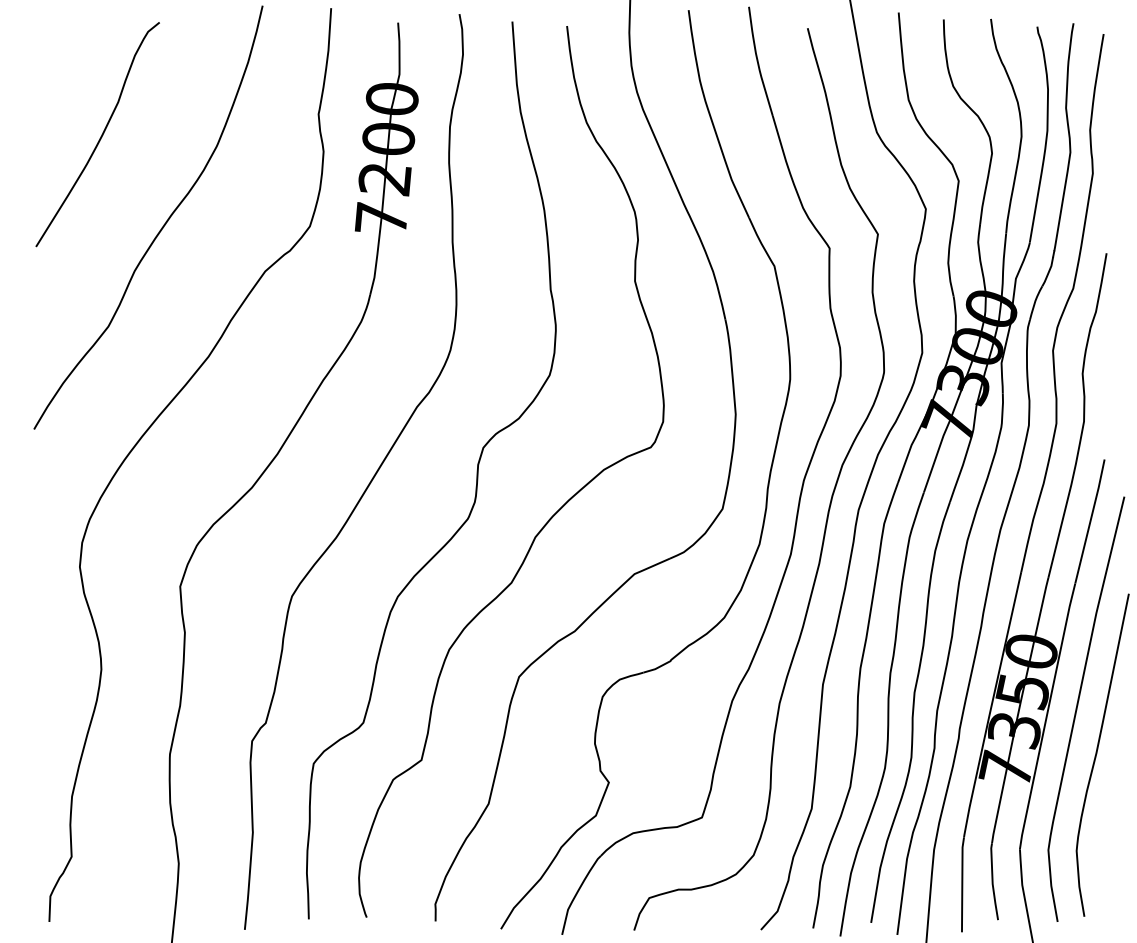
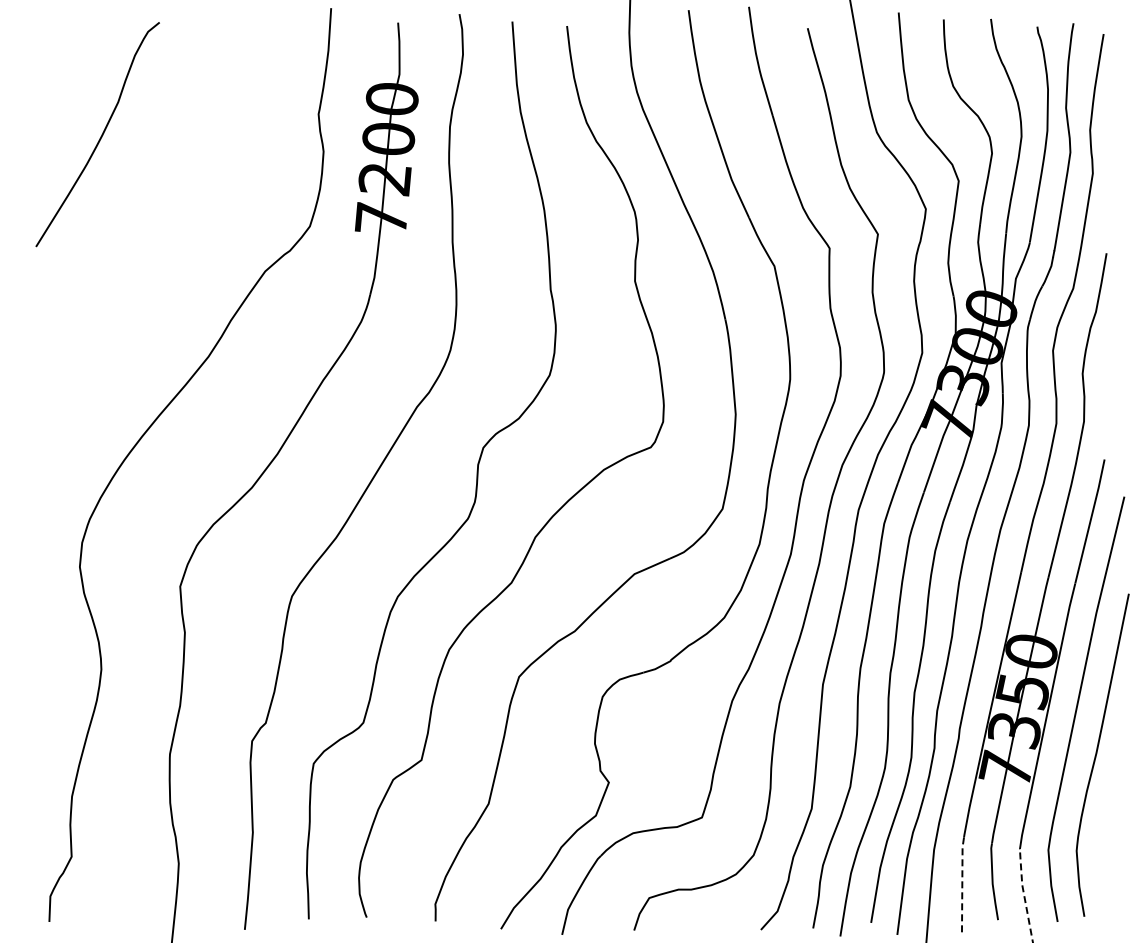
curve at (161, 227): present -> none
line at (962, 883): solid -> dashed
line at (1024, 894): solid -> dashed
